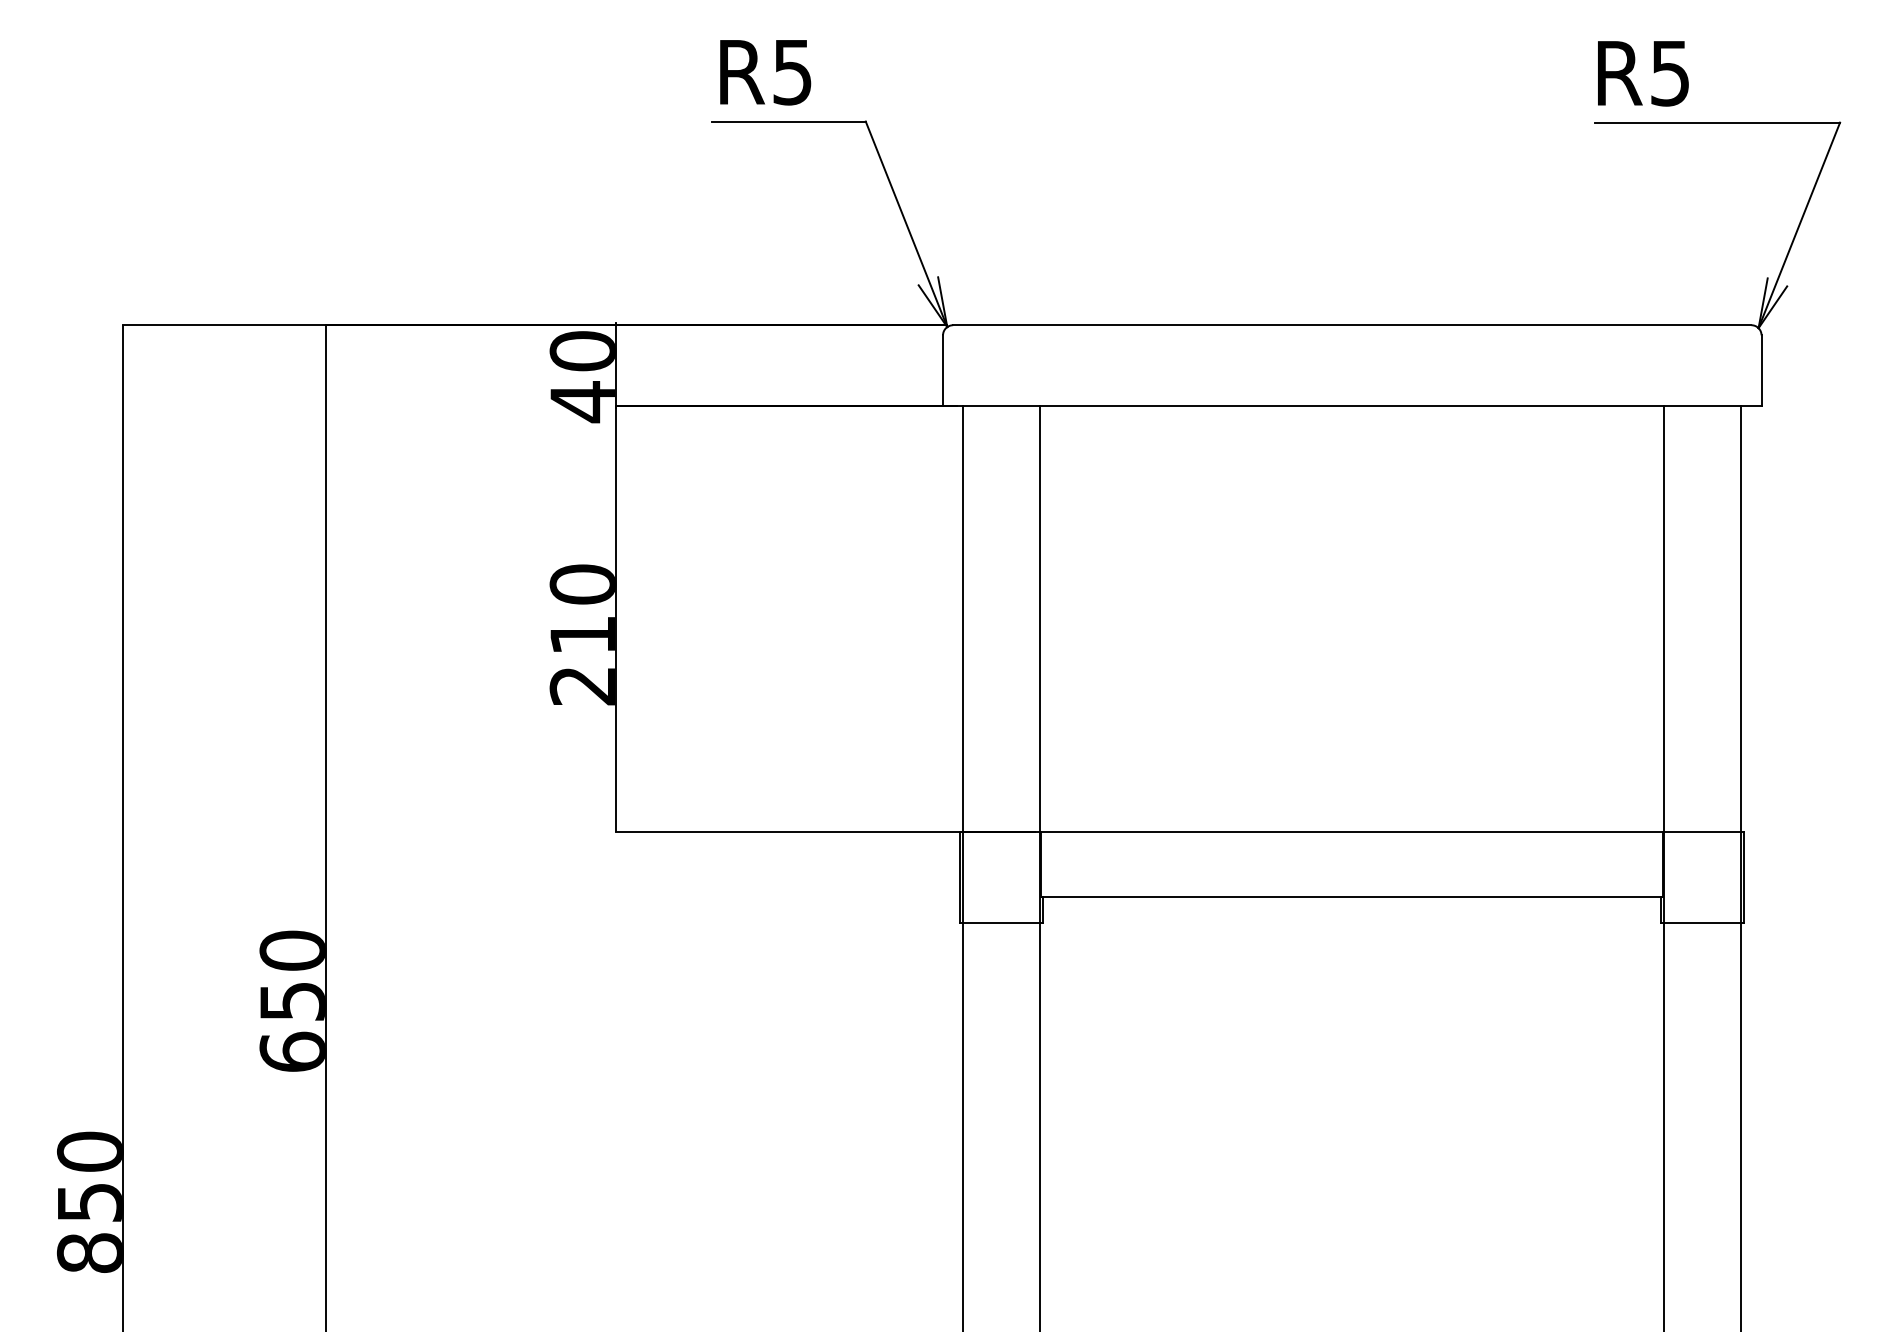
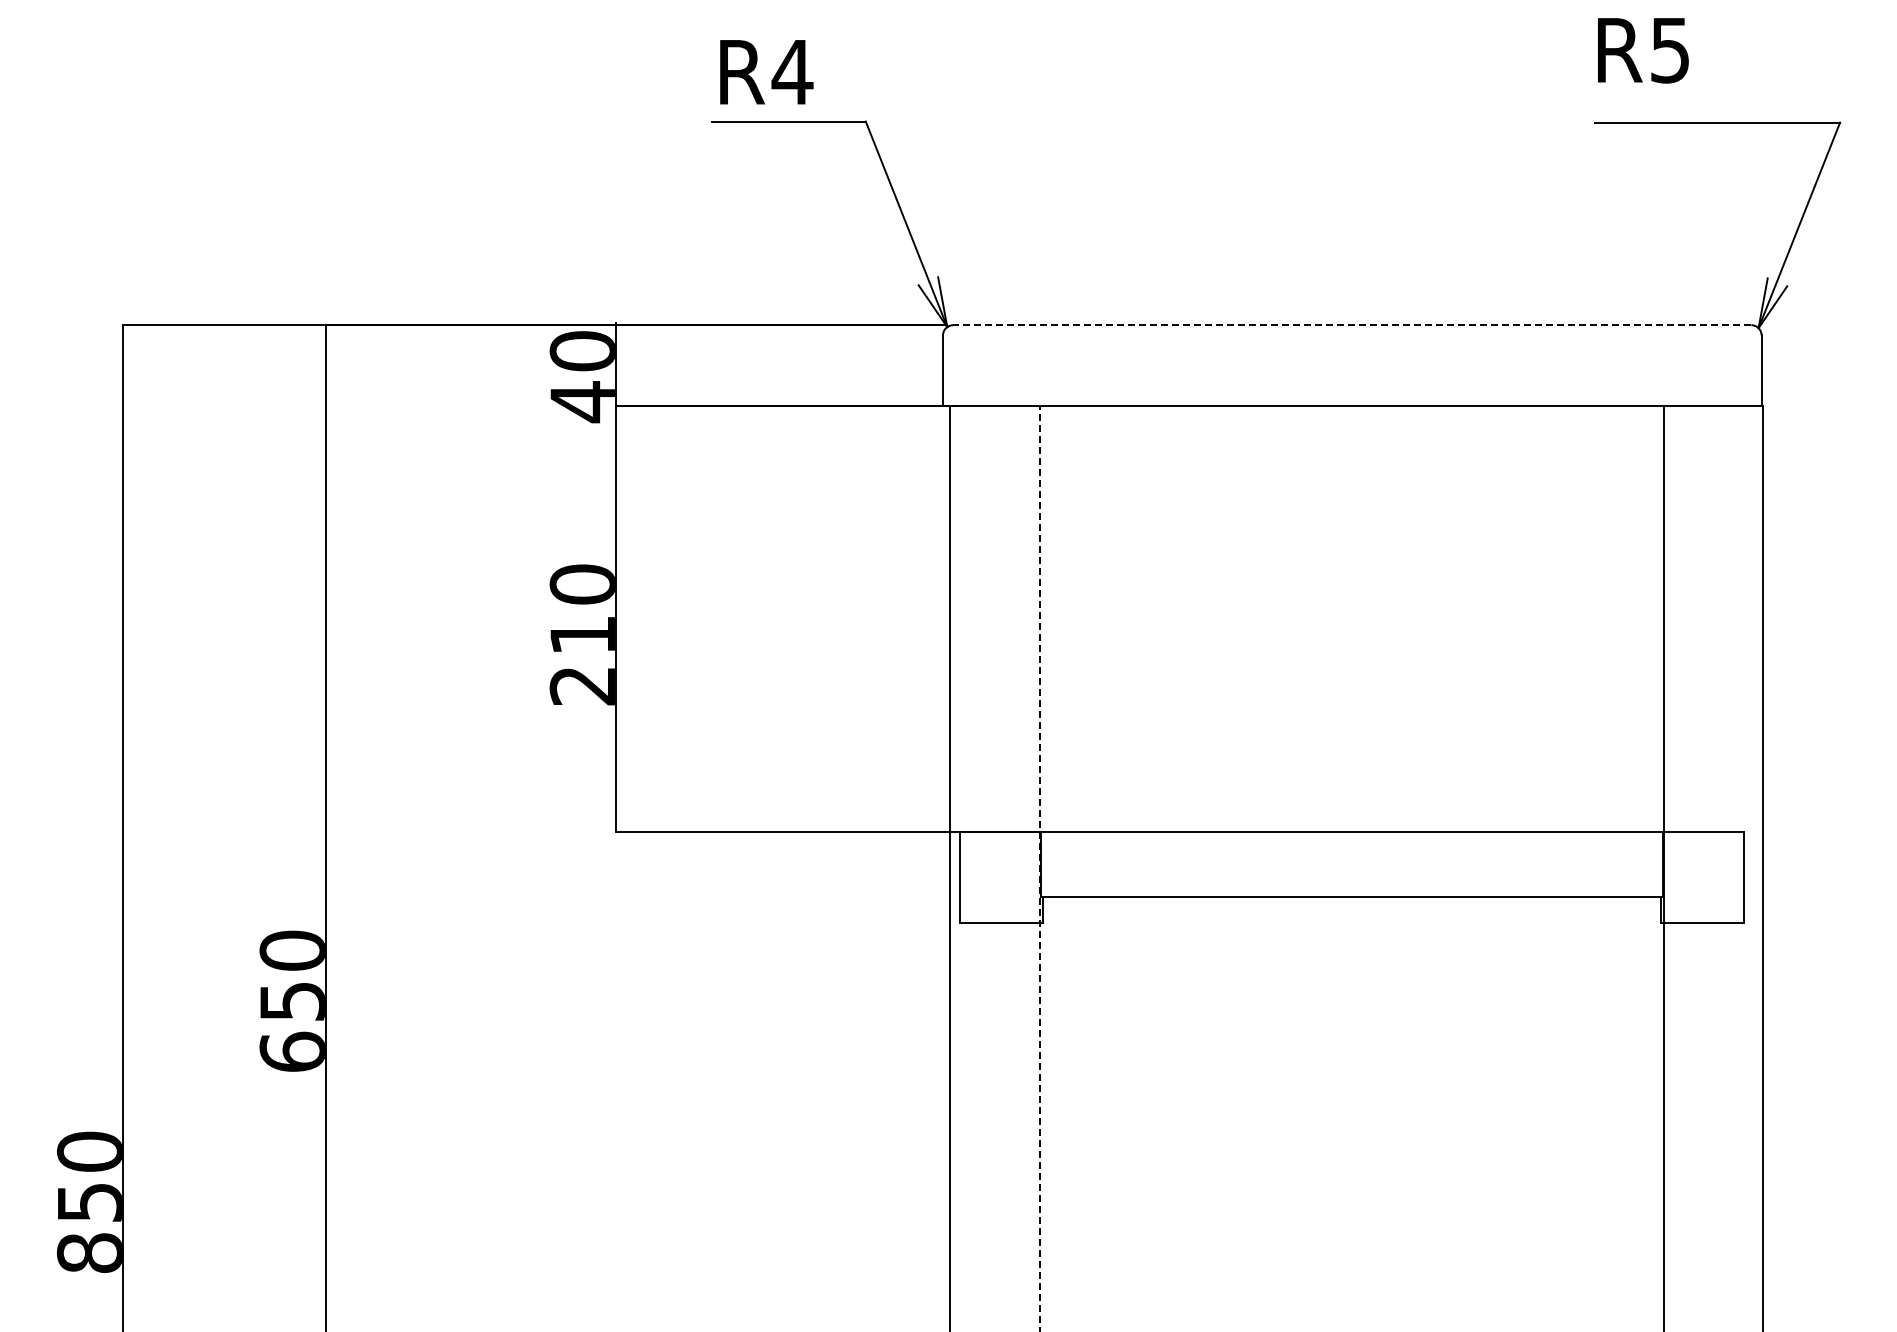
text at (792, 72): R5 -> R4
text at (1643, 73) position: (1643, 73) -> (1643, 50)
line at (1351, 325): solid -> dashed
line at (963, 867) position: (963, 867) -> (950, 867)
line at (1741, 867) position: (1741, 867) -> (1763, 867)
line at (1040, 868): solid -> dashed
